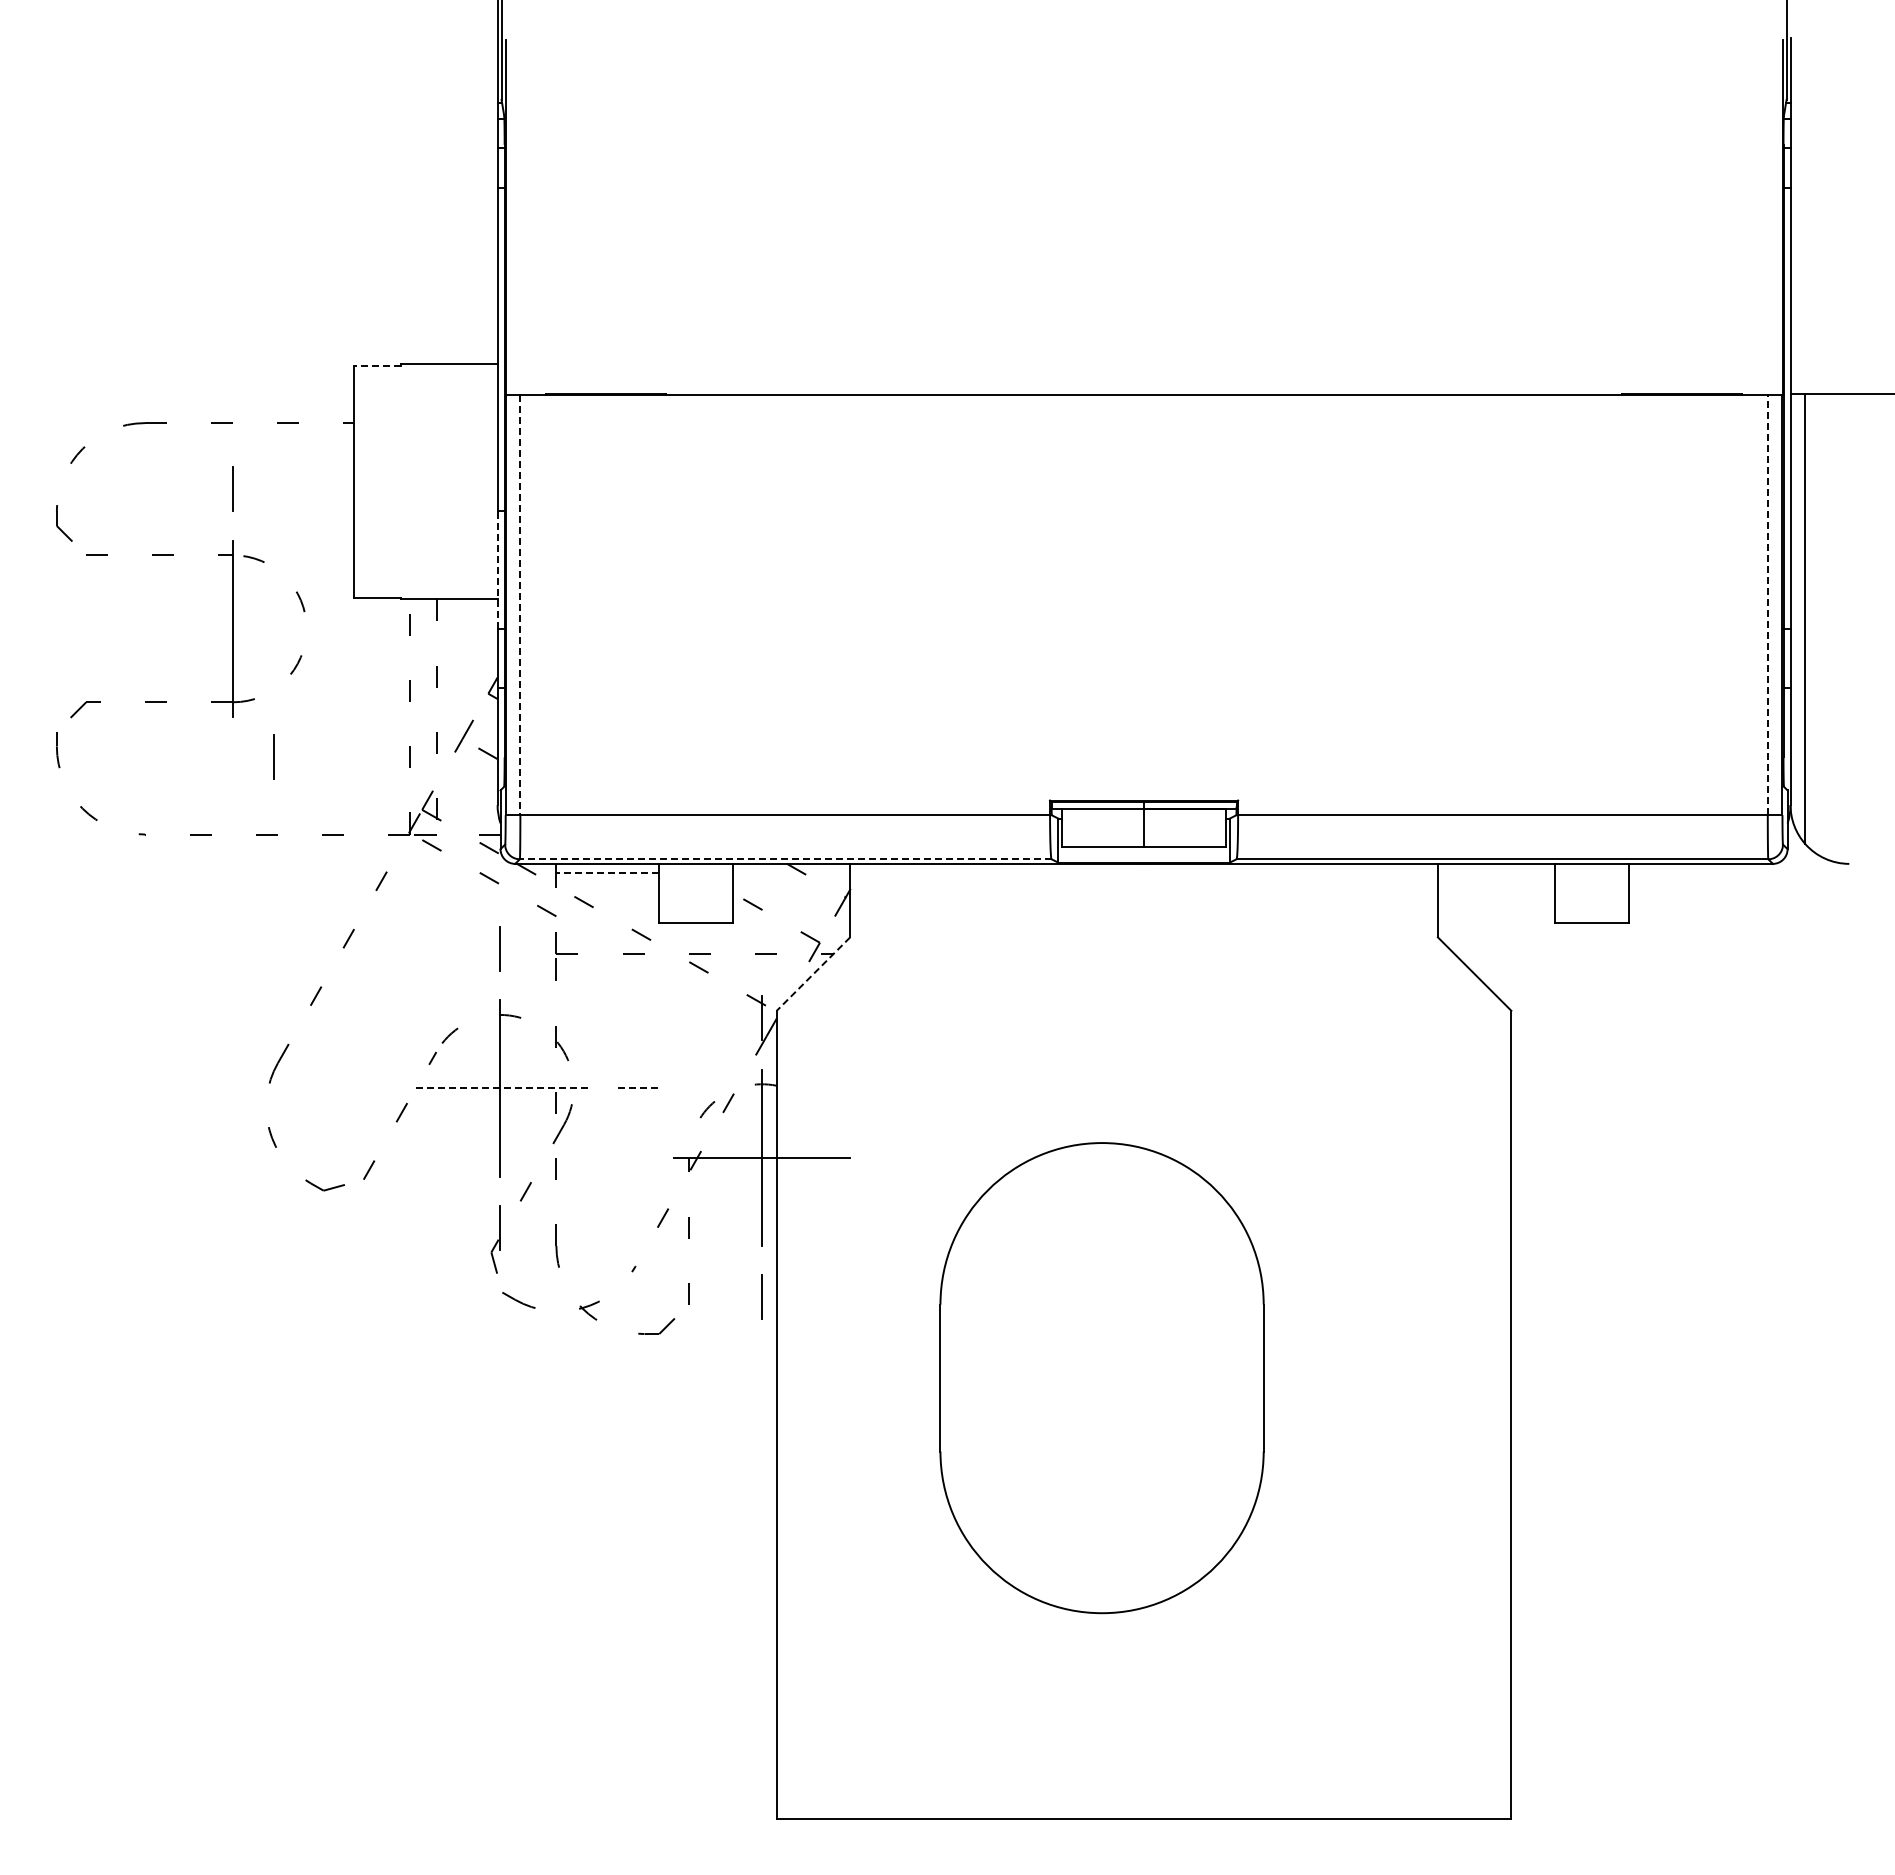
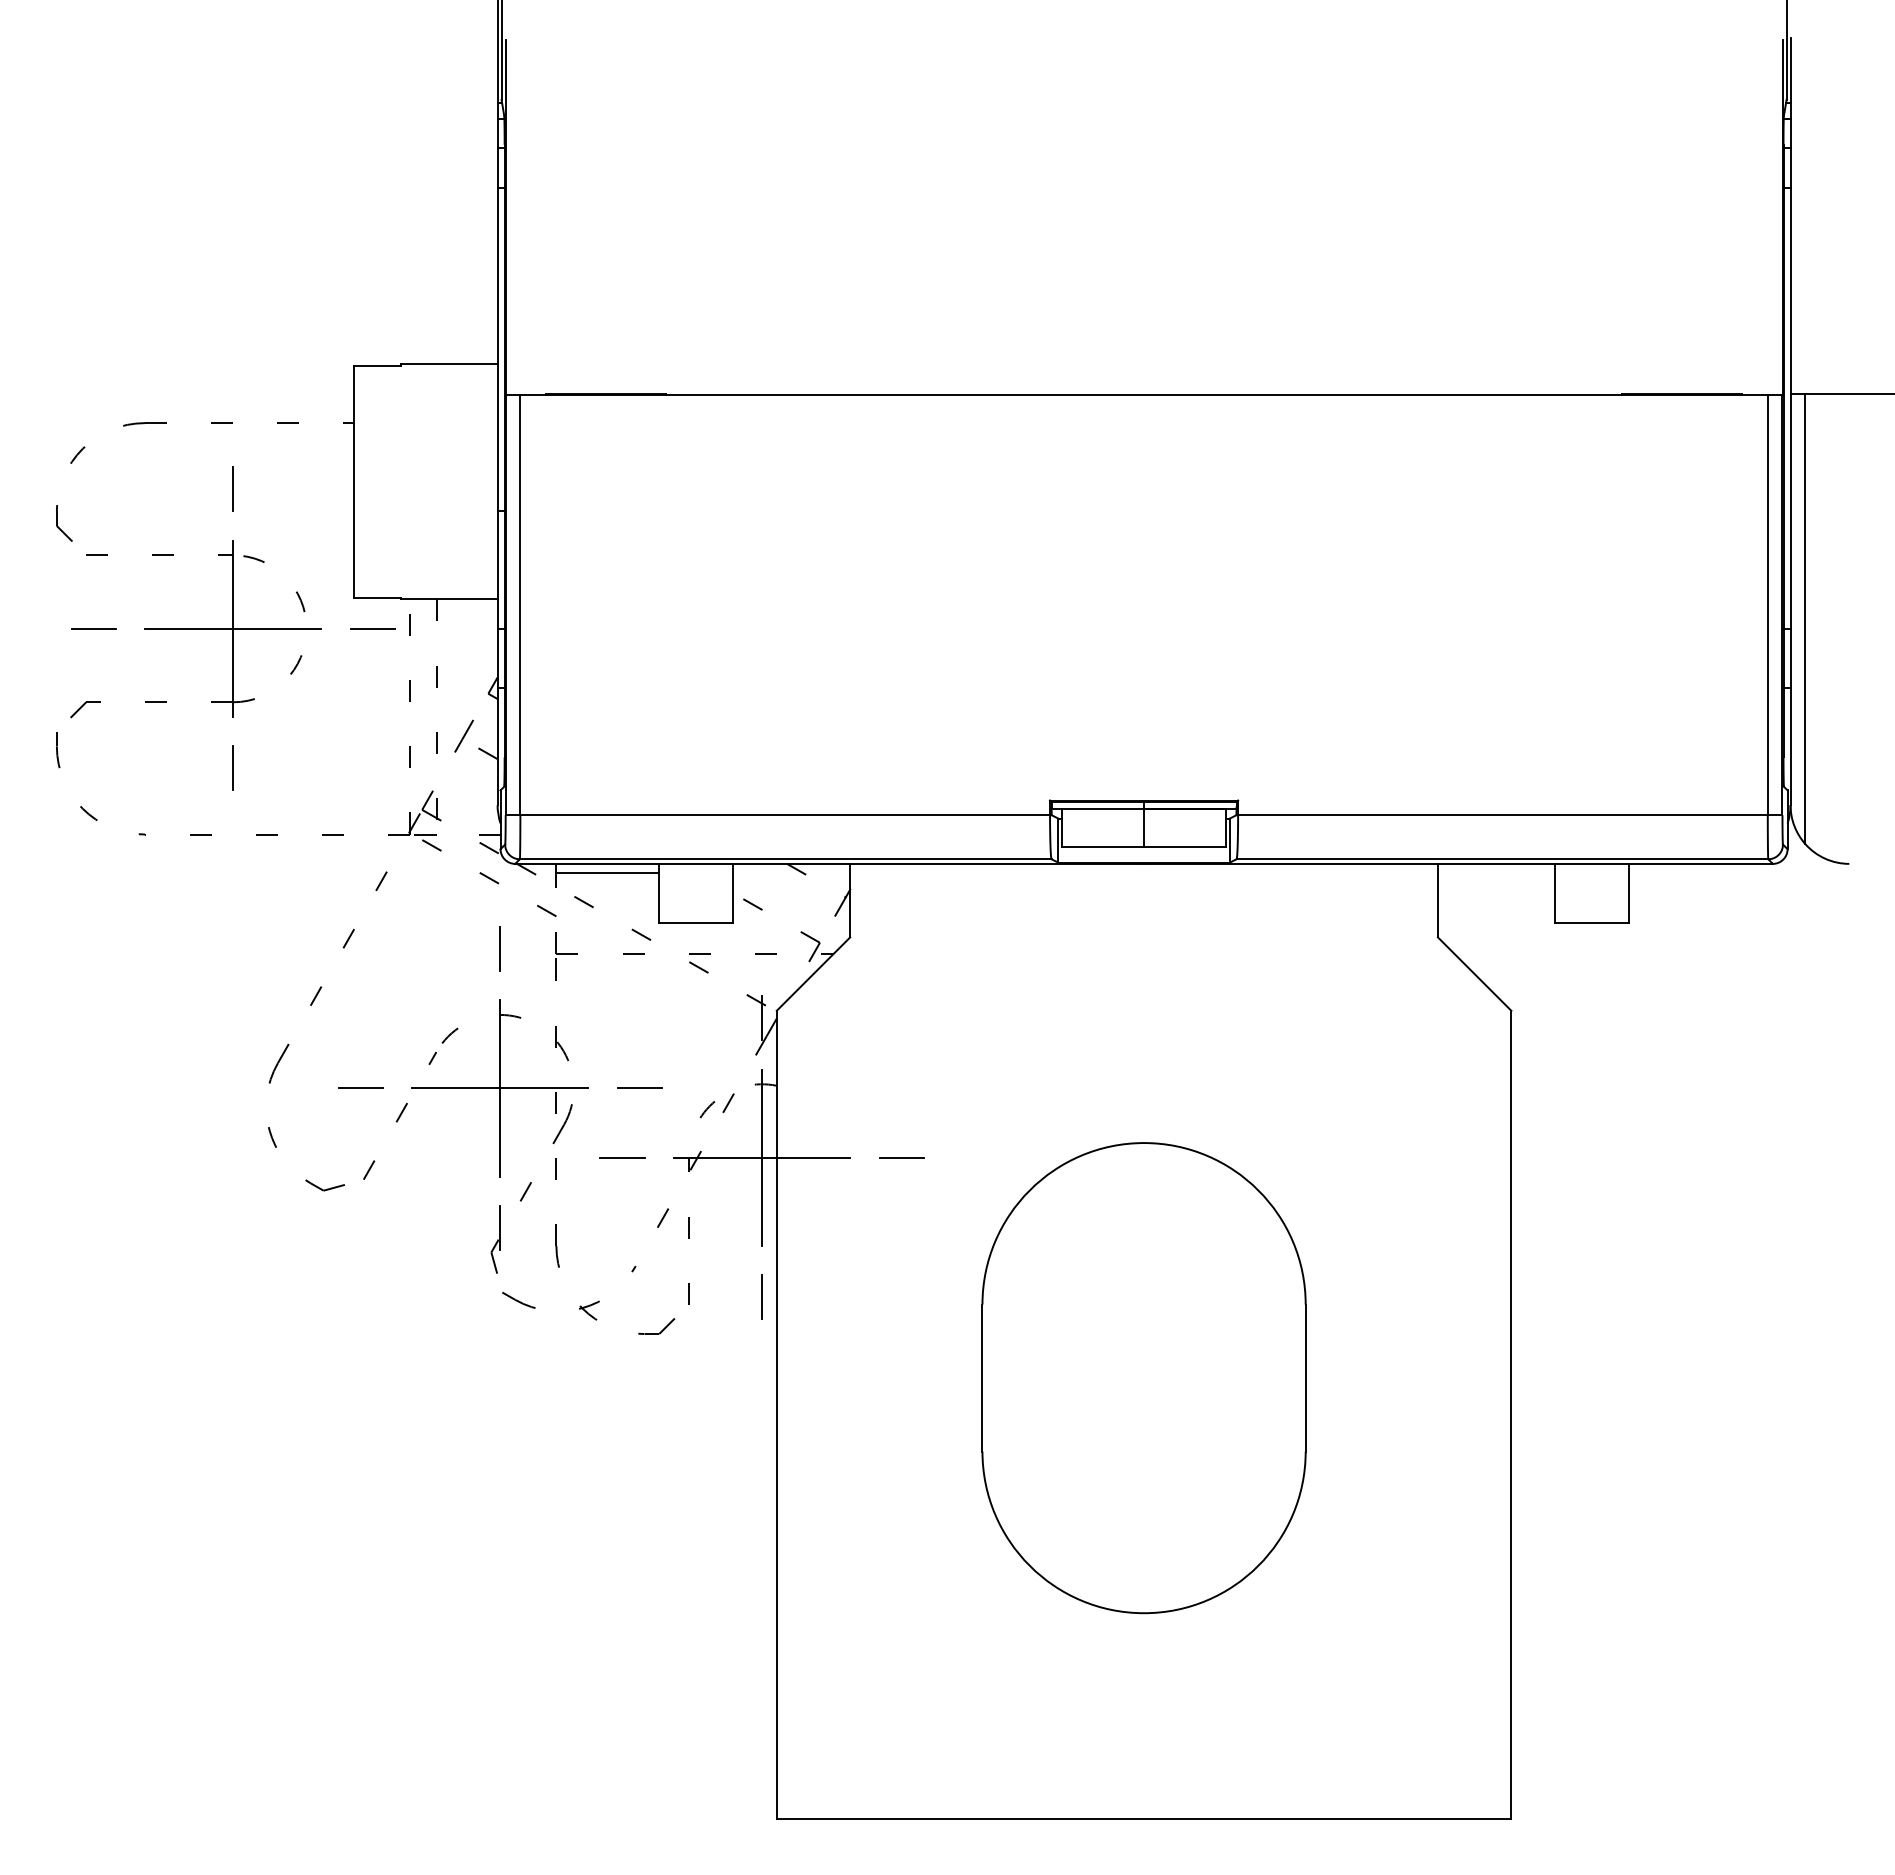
line at (377, 366): dashed -> solid
line at (497, 570): dashed -> solid
line at (520, 605): dashed -> solid
line at (1767, 605): dashed -> solid
line at (93, 628): none -> present
line at (233, 628): none -> present
line at (372, 628): none -> present
line at (273, 756) position: (273, 756) -> (232, 767)
line at (785, 859): dashed -> solid
line at (607, 872): dashed -> solid
line at (813, 974): dashed -> solid
line at (360, 1088): none -> present
line at (499, 1088): dashed -> solid
line at (640, 1088): dashed -> solid
line at (622, 1157): none -> present
line at (901, 1157): none -> present
part at (1101, 1378) position: (1101, 1378) -> (1143, 1378)
